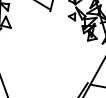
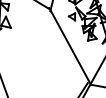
line at (69, 45): none -> present
